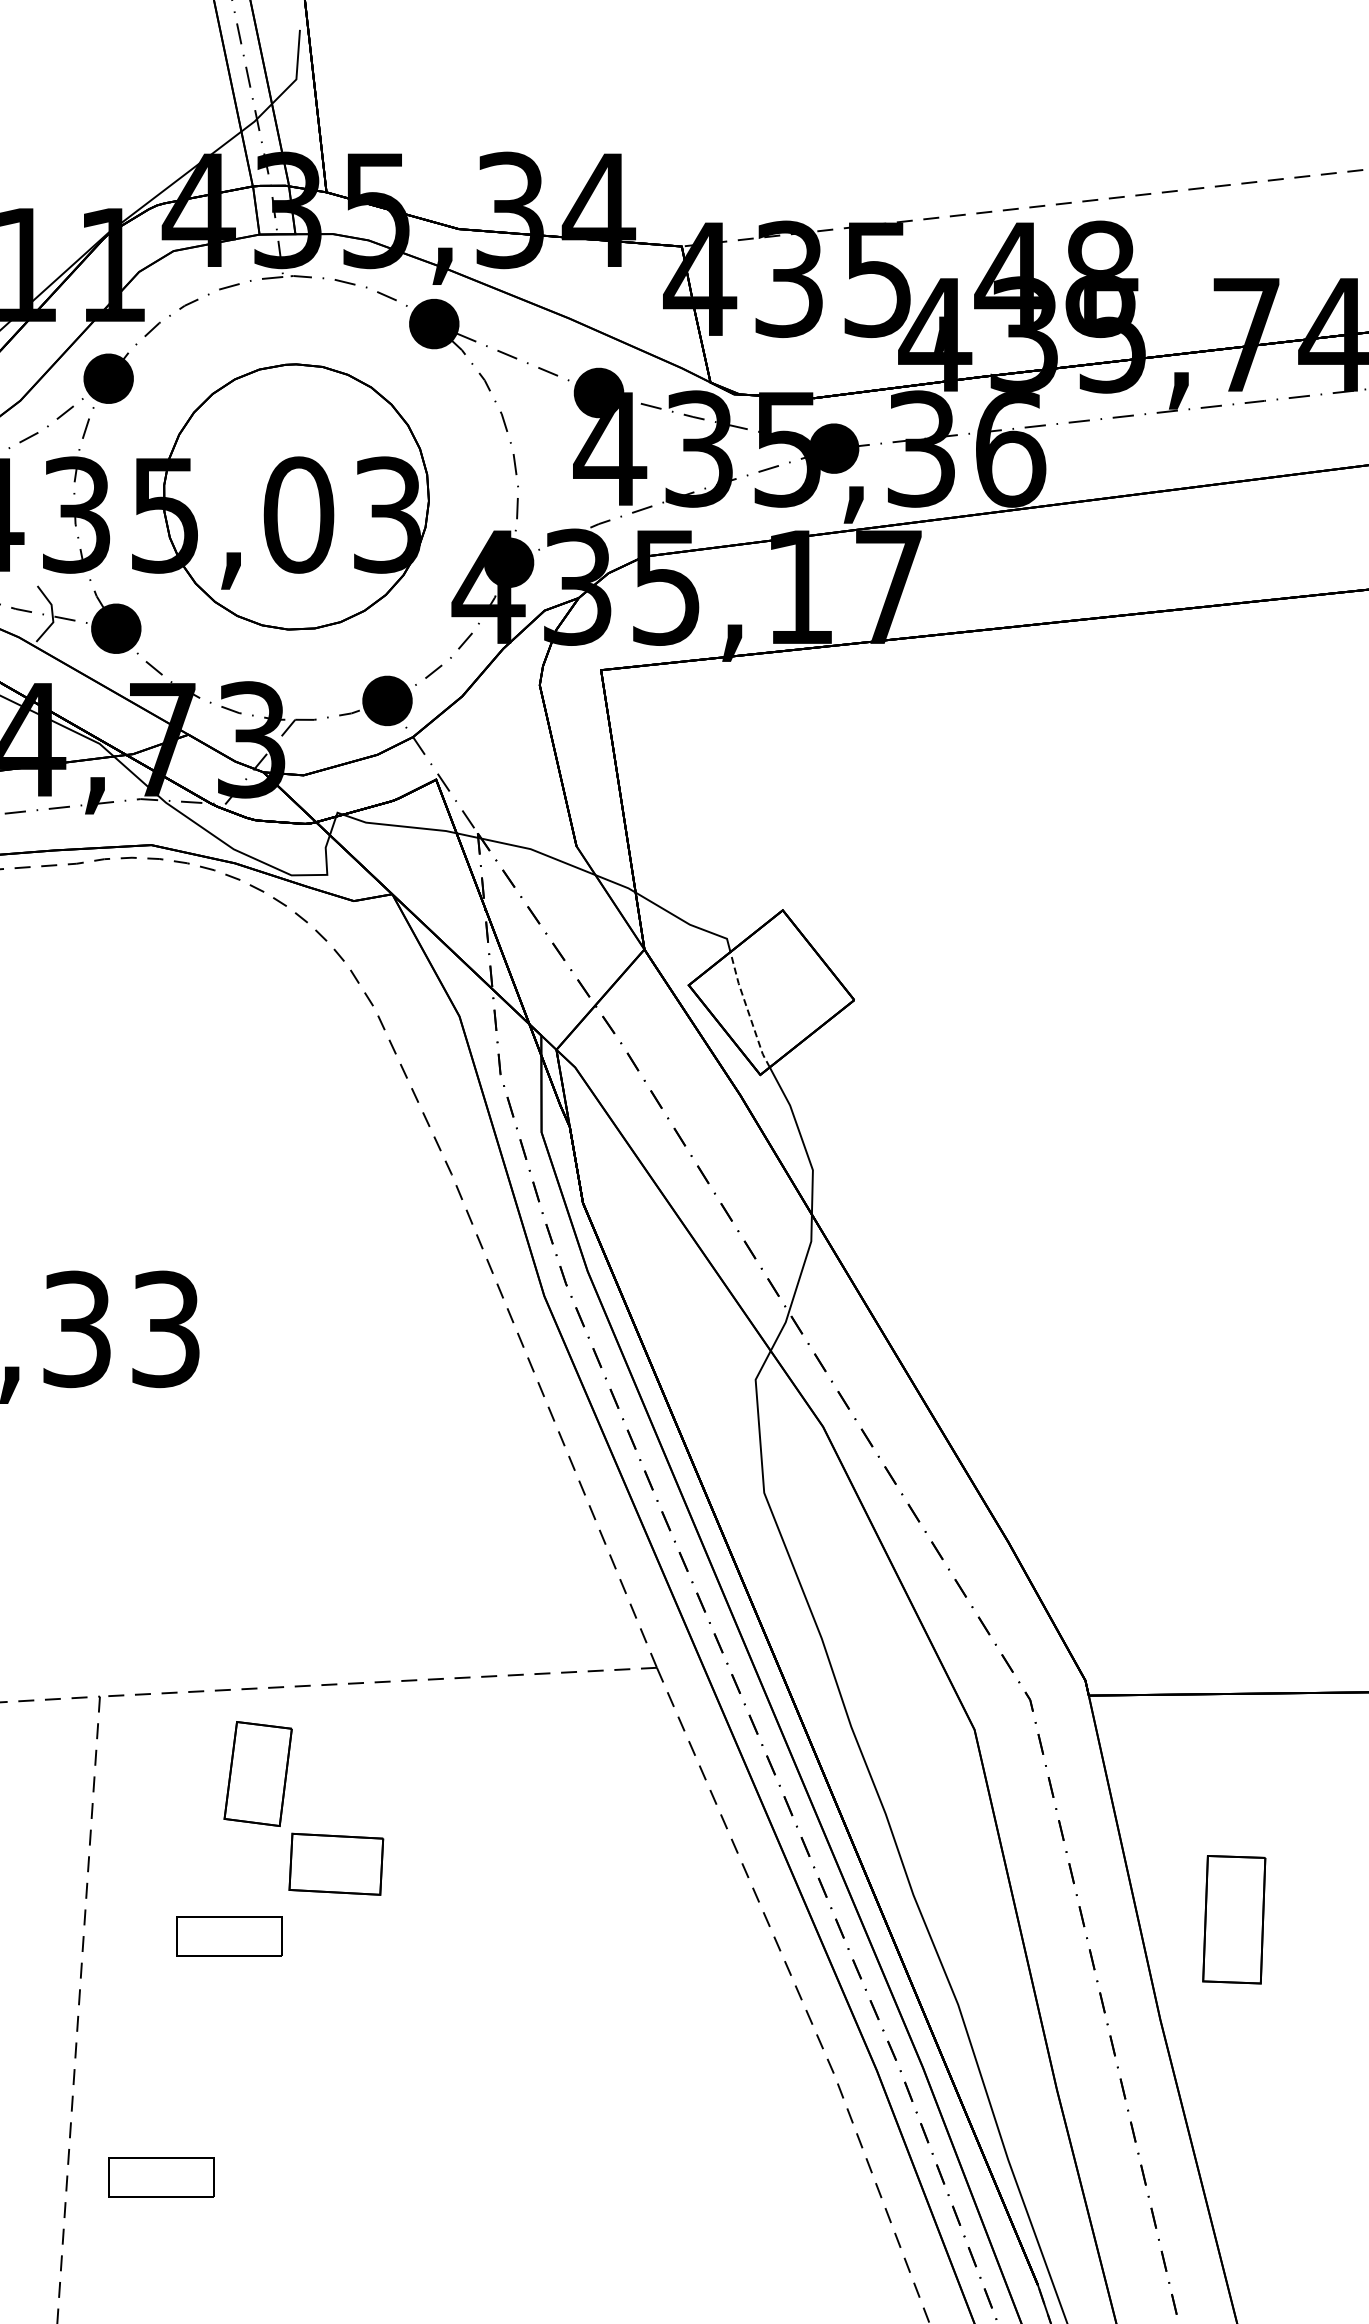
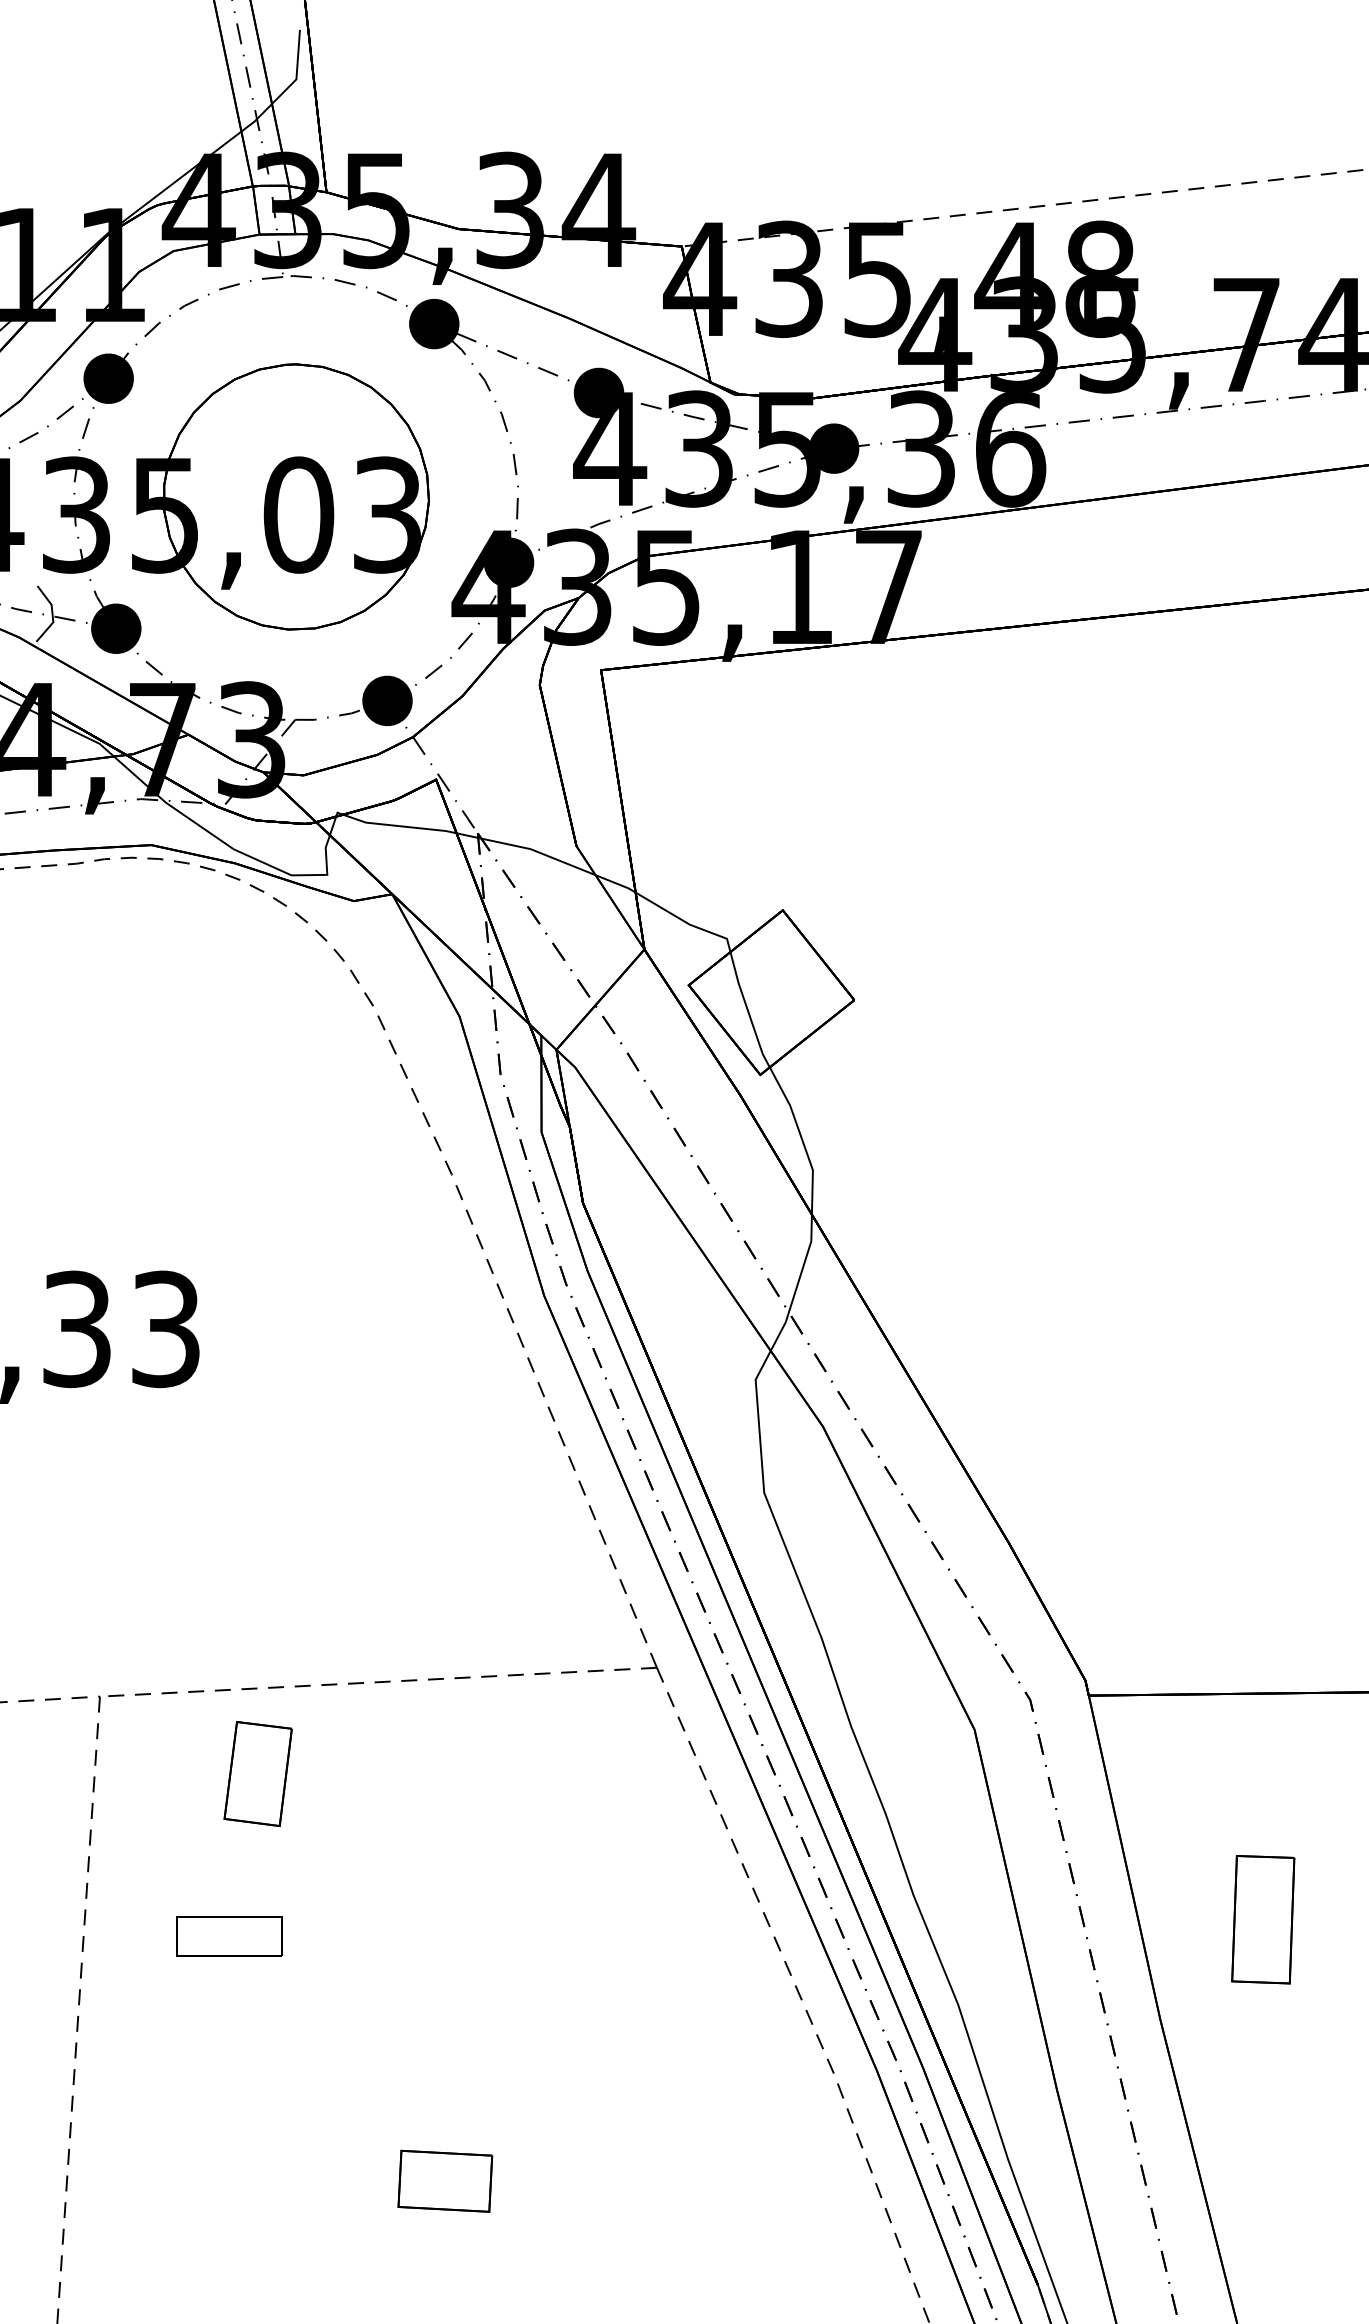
line at (747, 1009): dashed -> solid
part at (336, 1863) position: (336, 1863) -> (445, 2180)
part at (1234, 1919) position: (1234, 1919) -> (1263, 1919)
part at (161, 2177): present -> none
